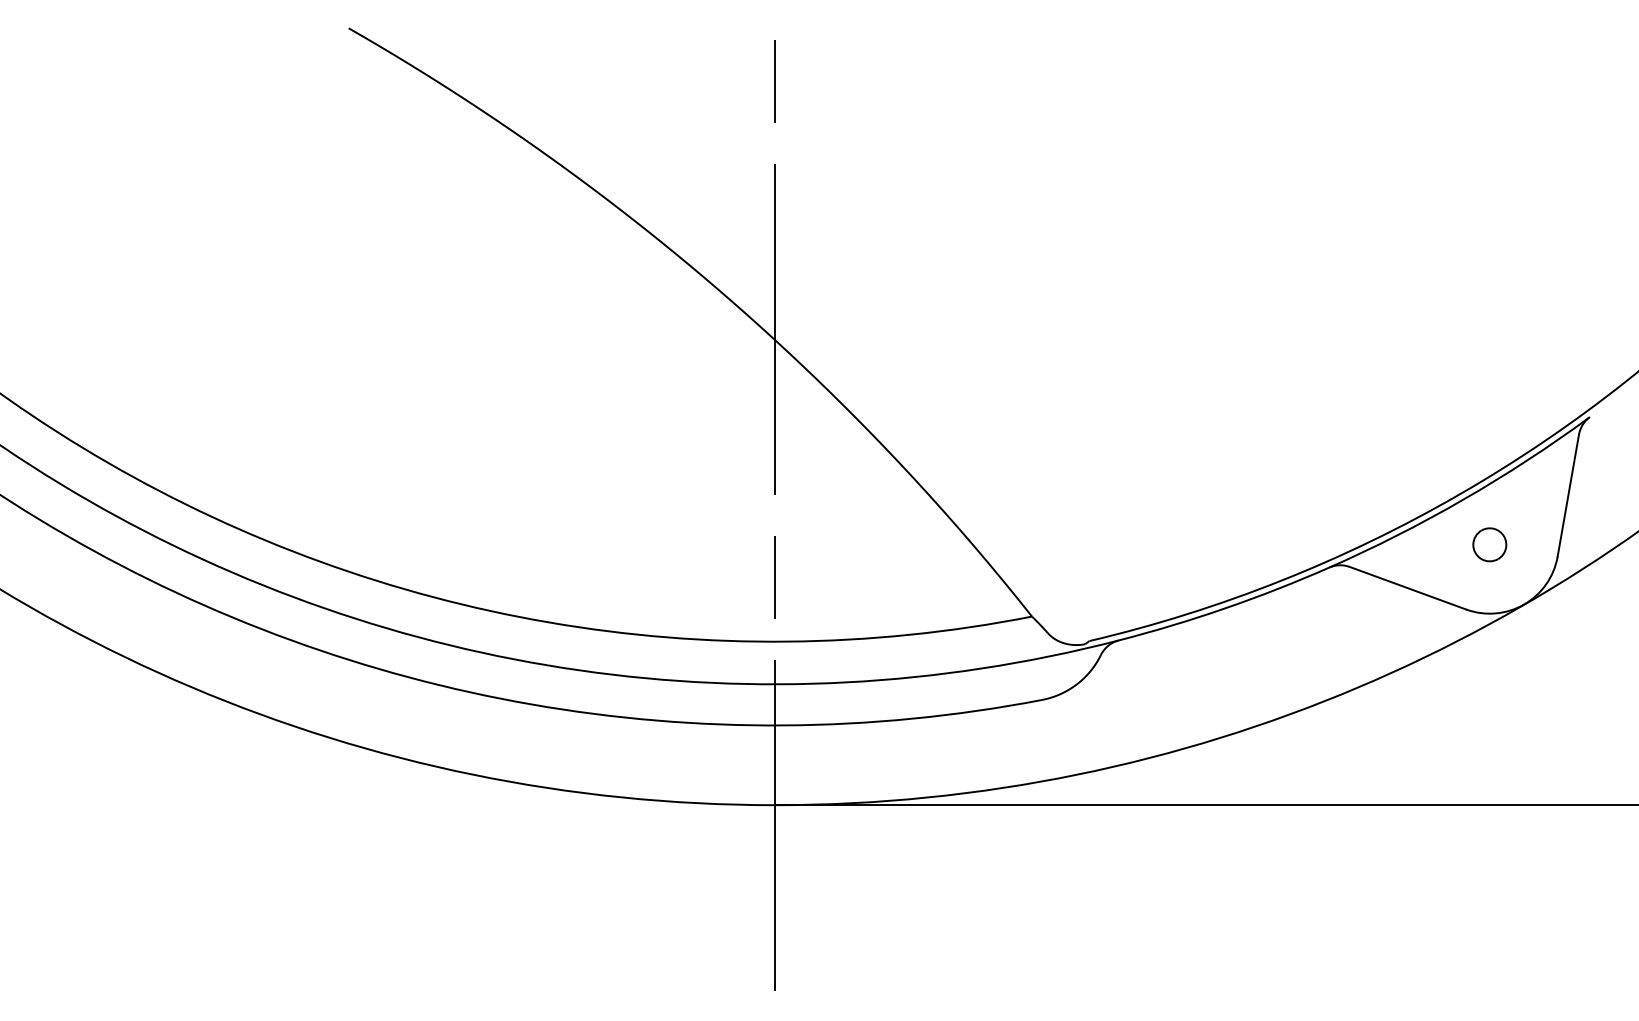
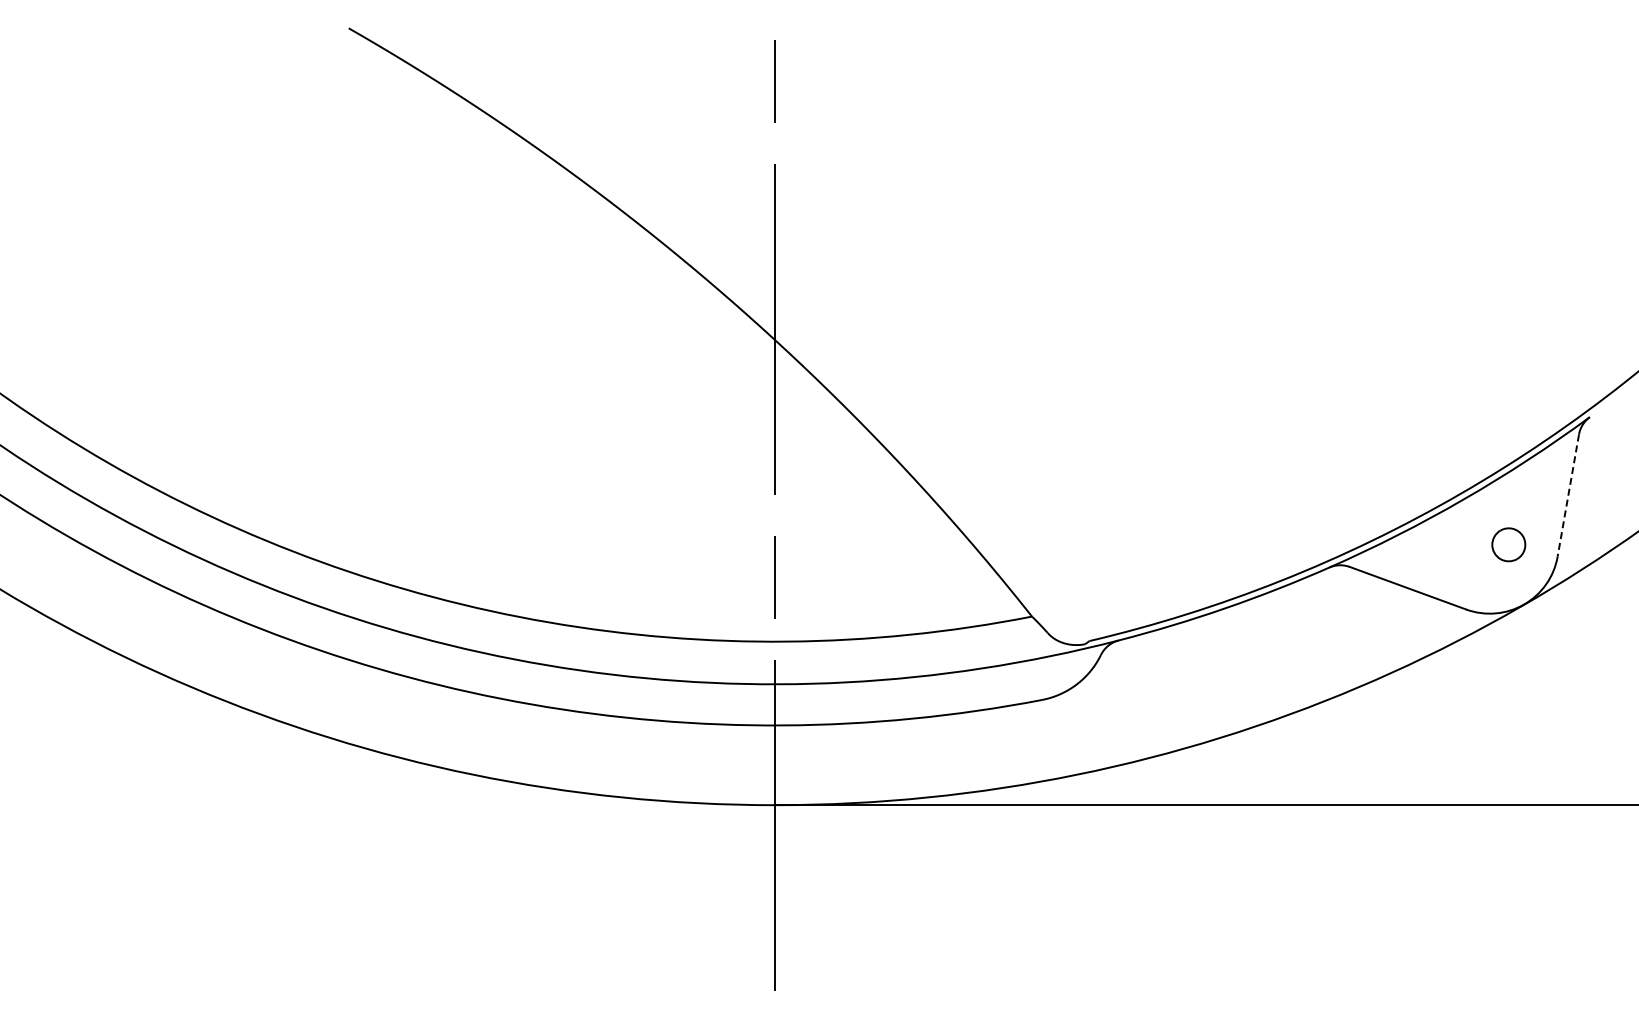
line at (1568, 495): solid -> dashed
part at (1489, 544) position: (1489, 544) -> (1508, 544)
